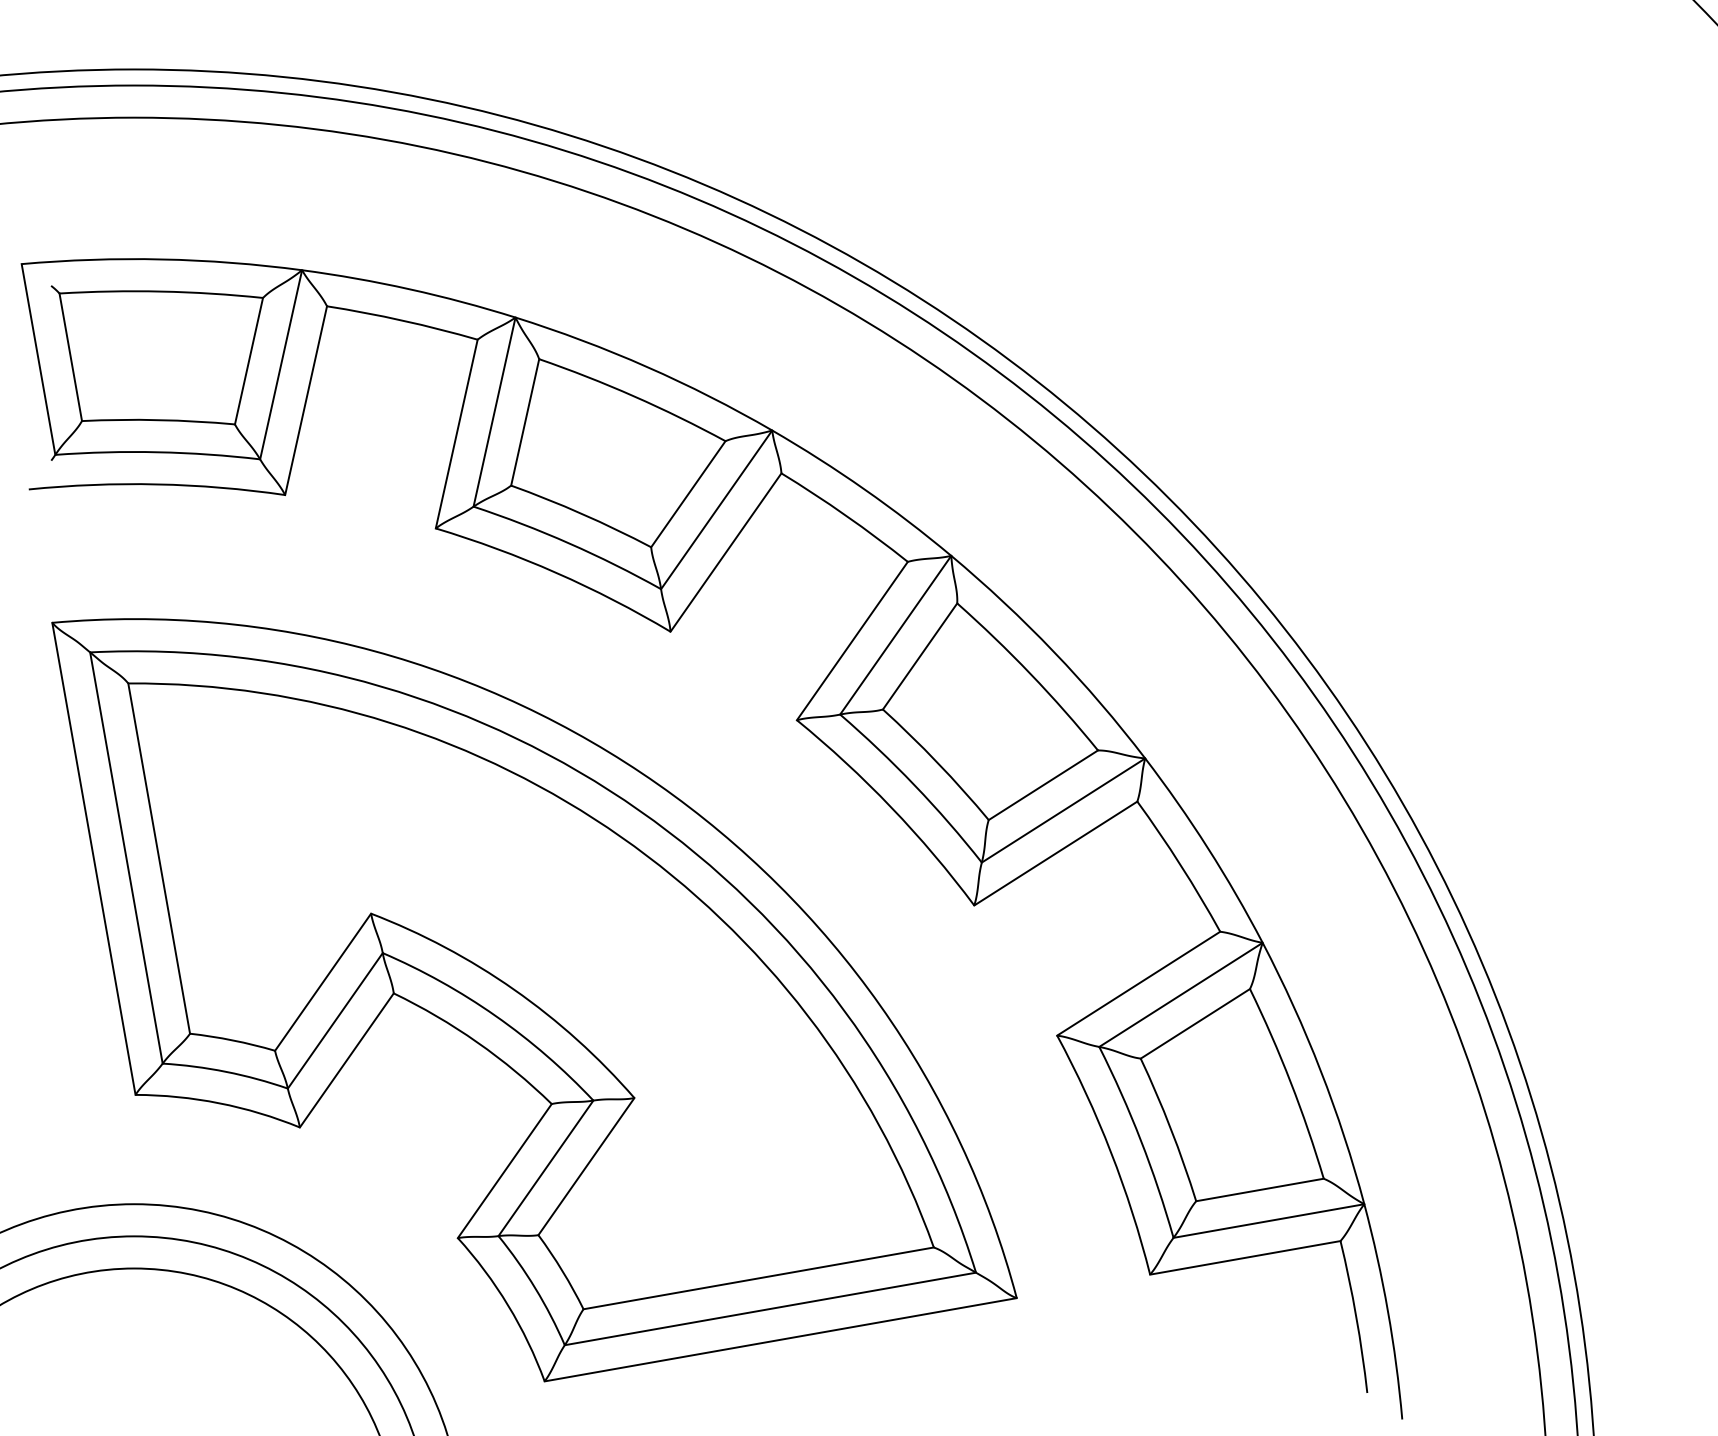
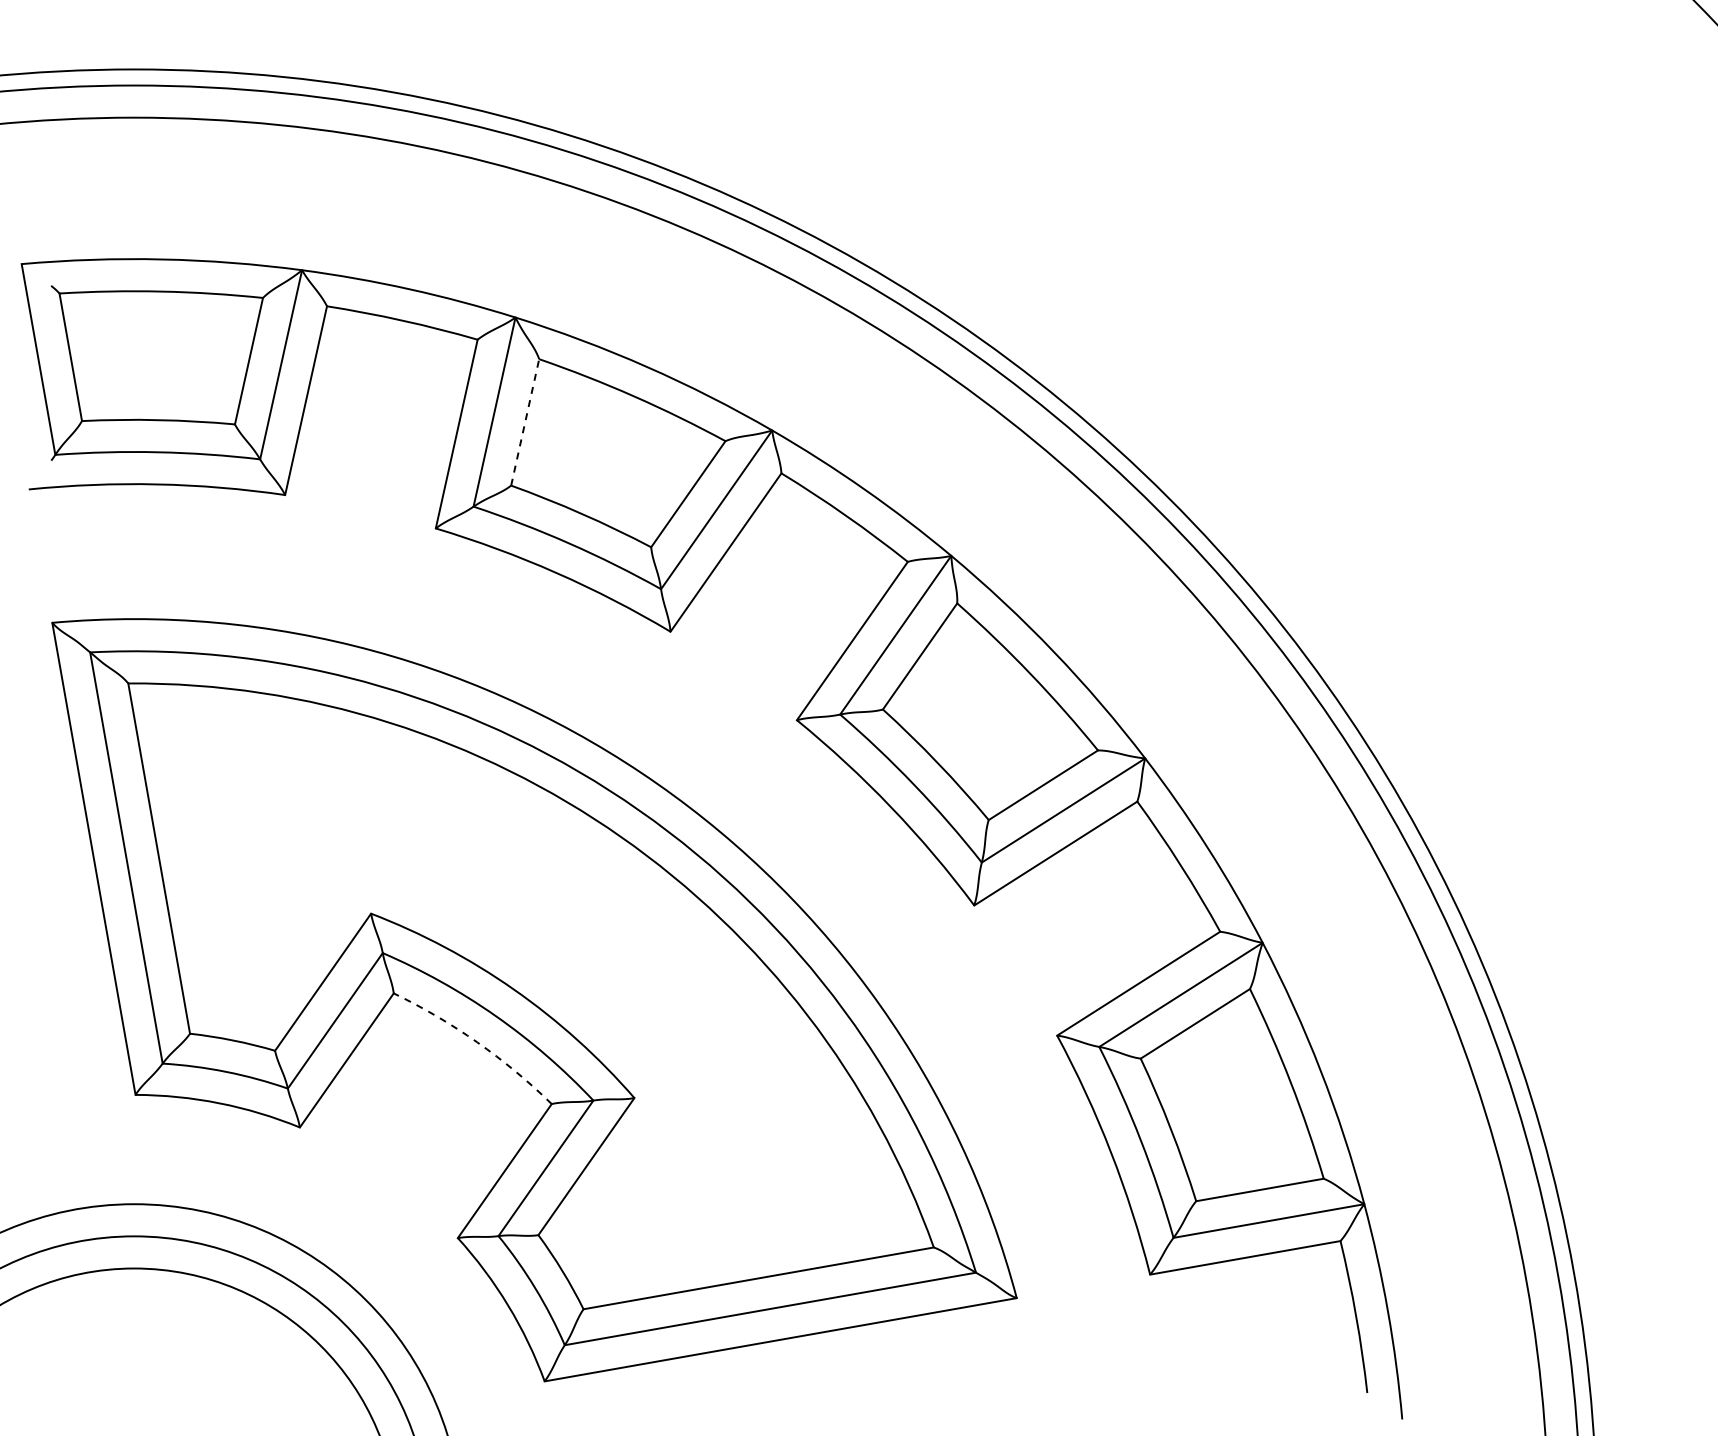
line at (525, 422): solid -> dashed
arc at (477, 1042): solid -> dashed
